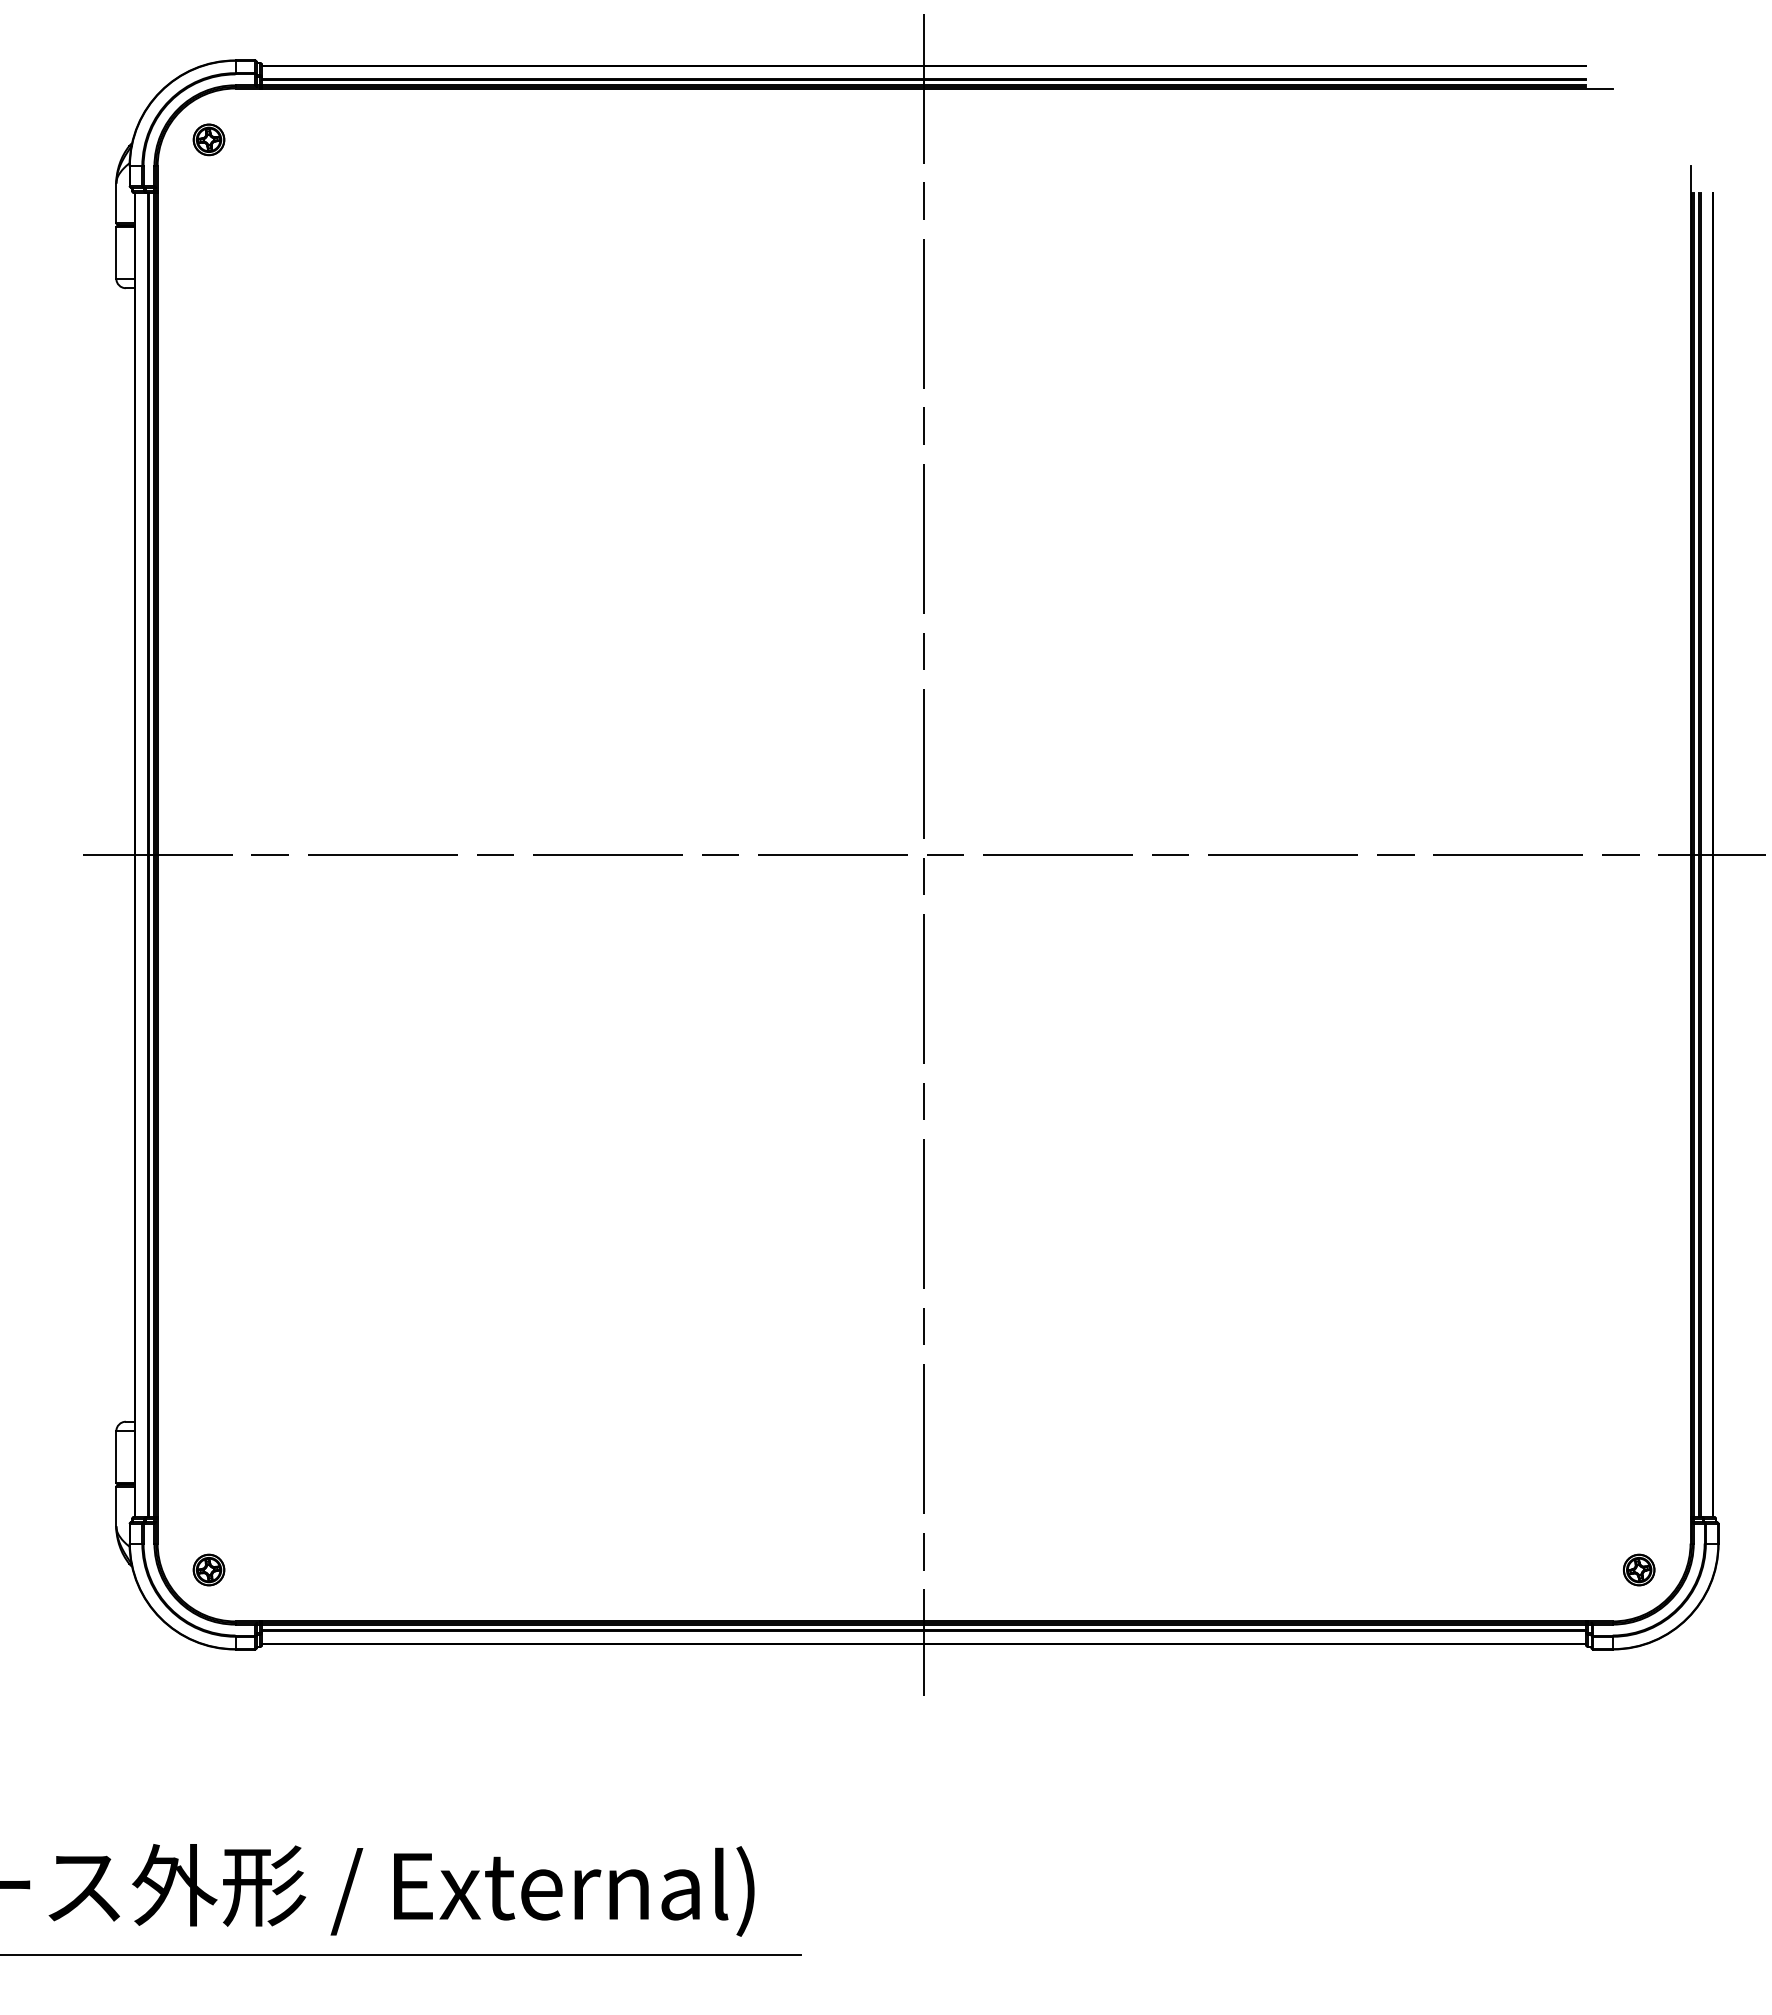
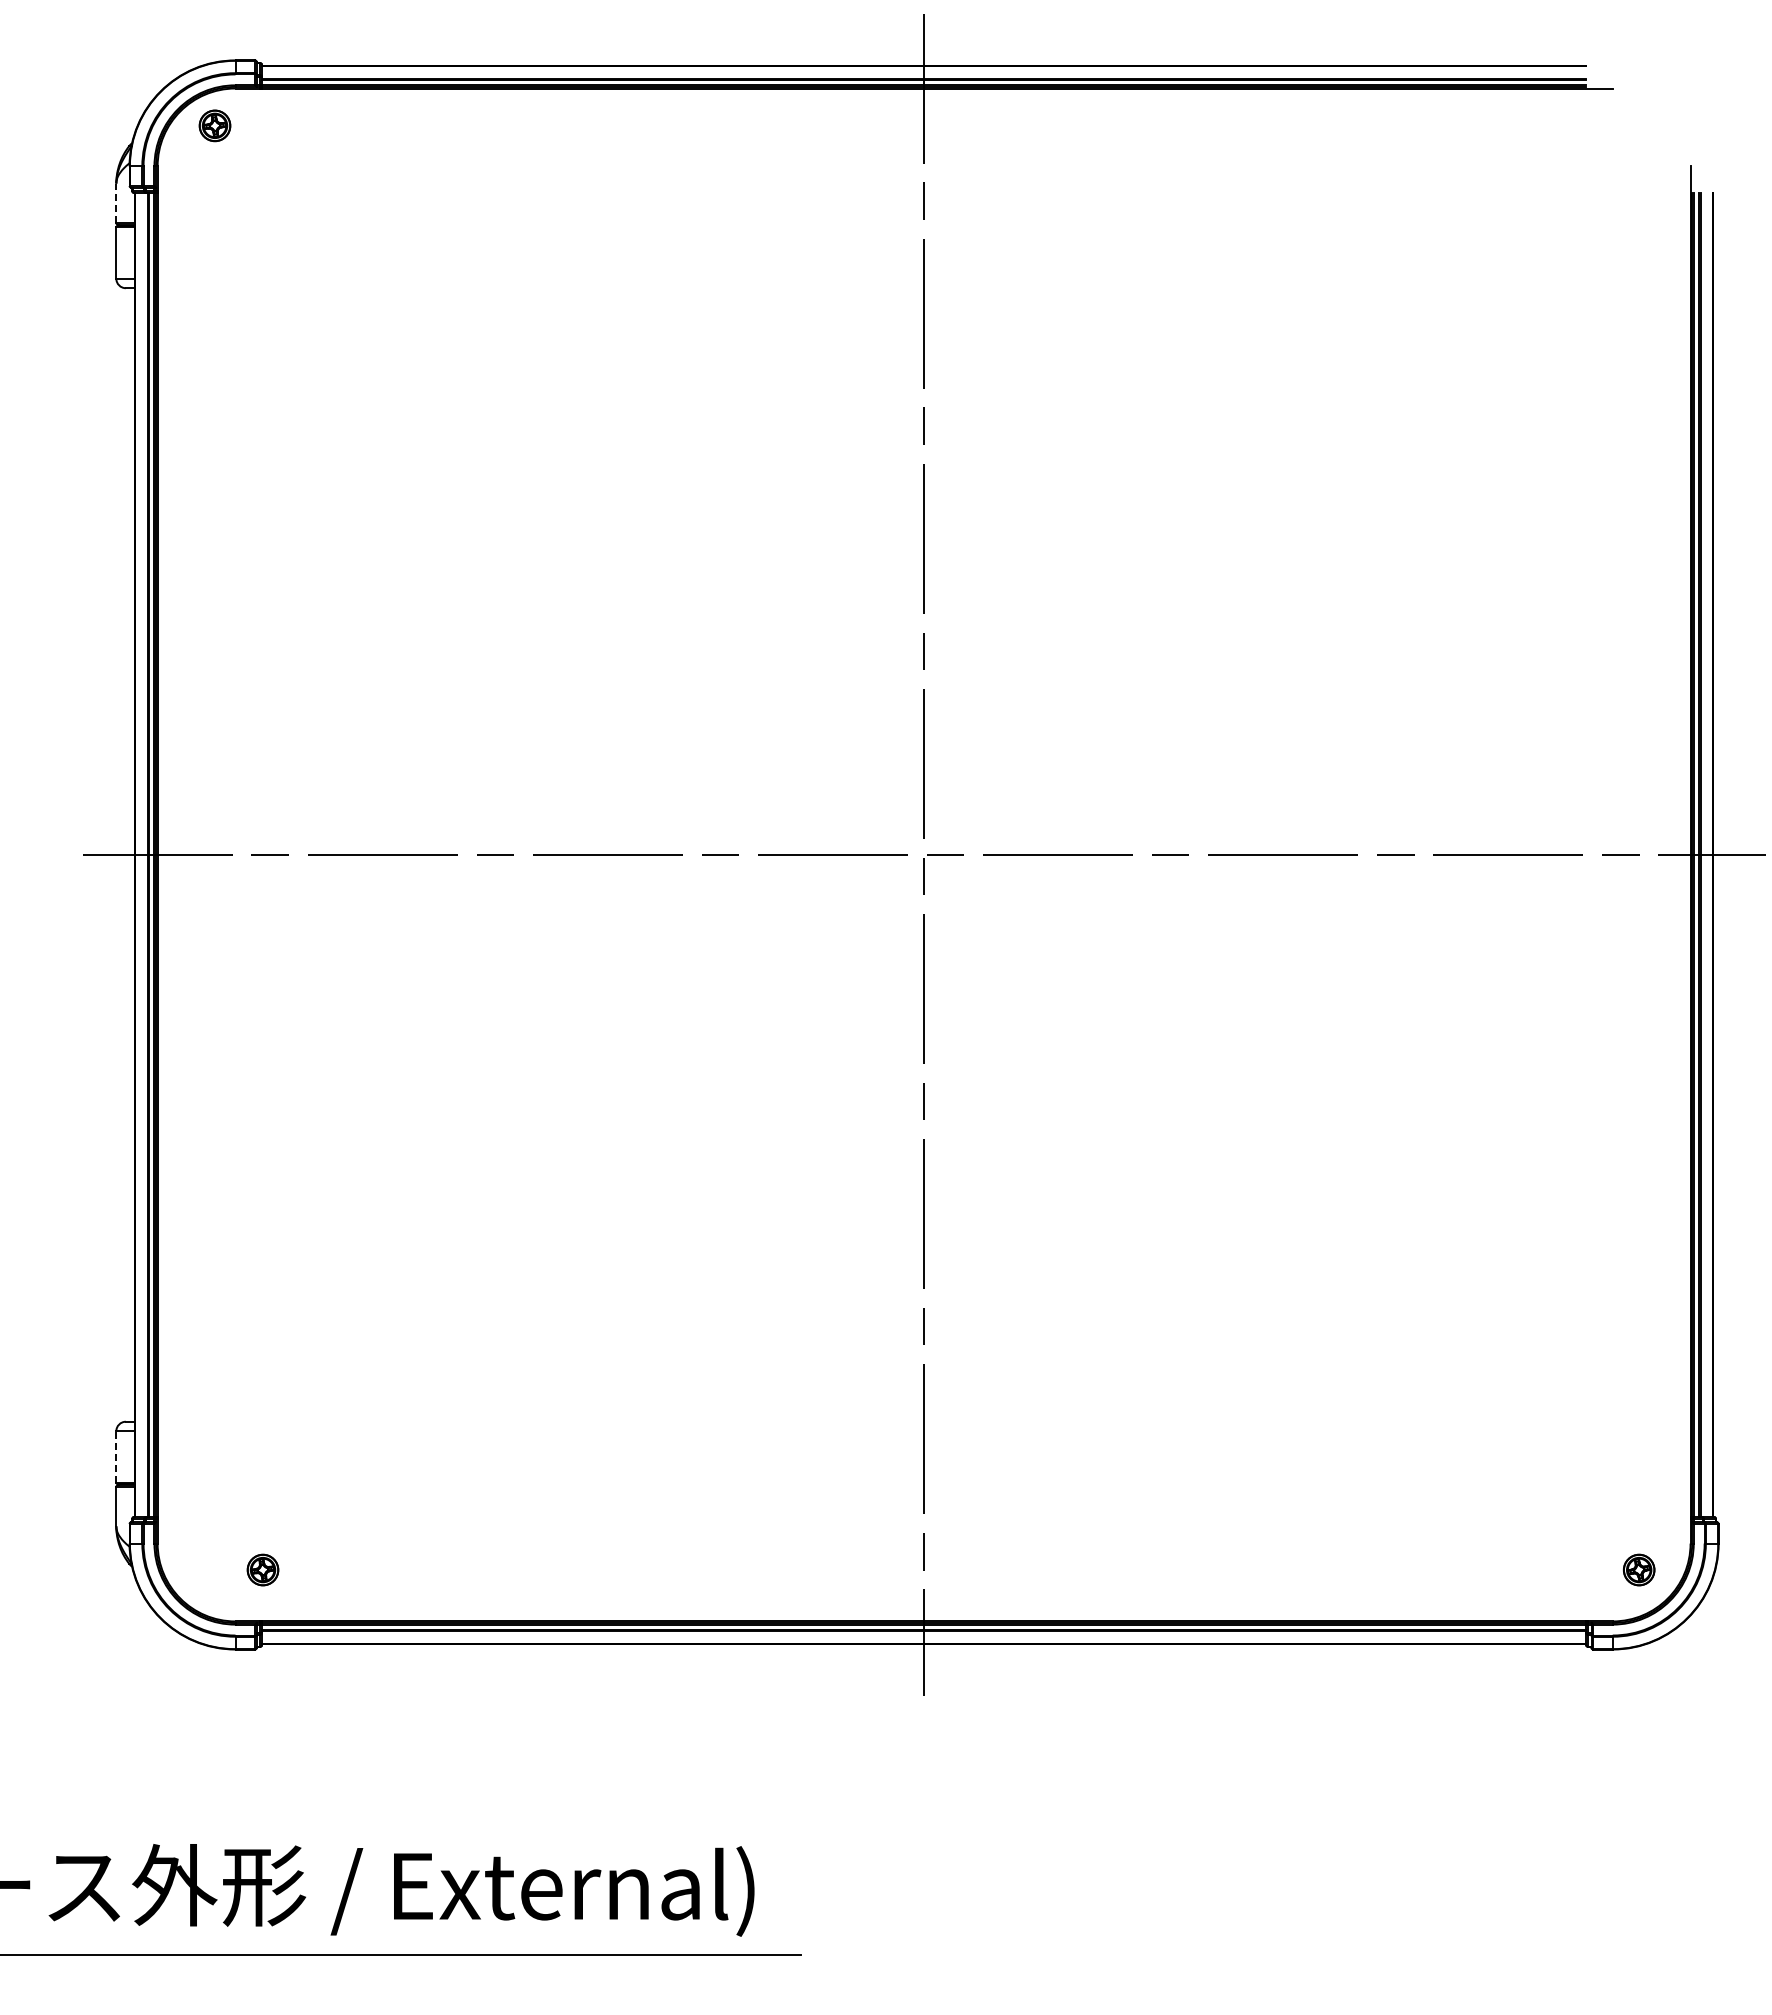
part at (208, 139) position: (208, 139) -> (214, 125)
line at (116, 203): solid -> dashed
line at (116, 1456): solid -> dashed
part at (208, 1569) position: (208, 1569) -> (262, 1569)
